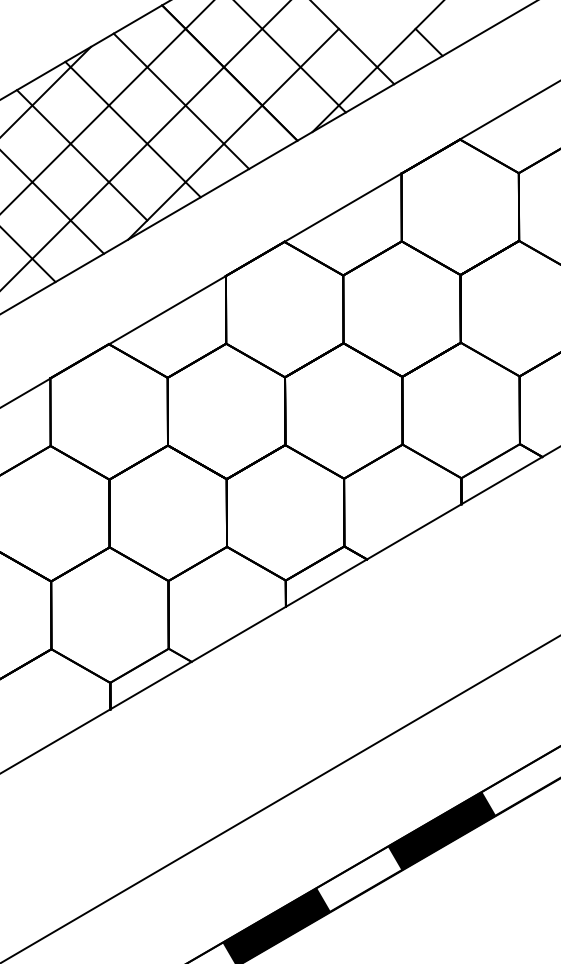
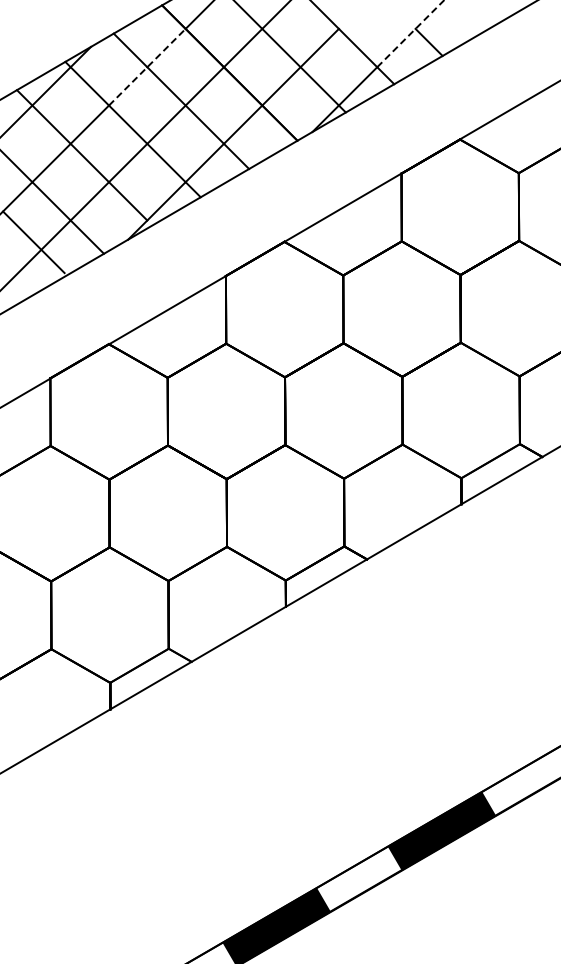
line at (411, 33): solid -> dashed
line at (147, 66): solid -> dashed
line at (28, 255) position: (28, 255) -> (33, 242)
line at (280, 798): present -> none
